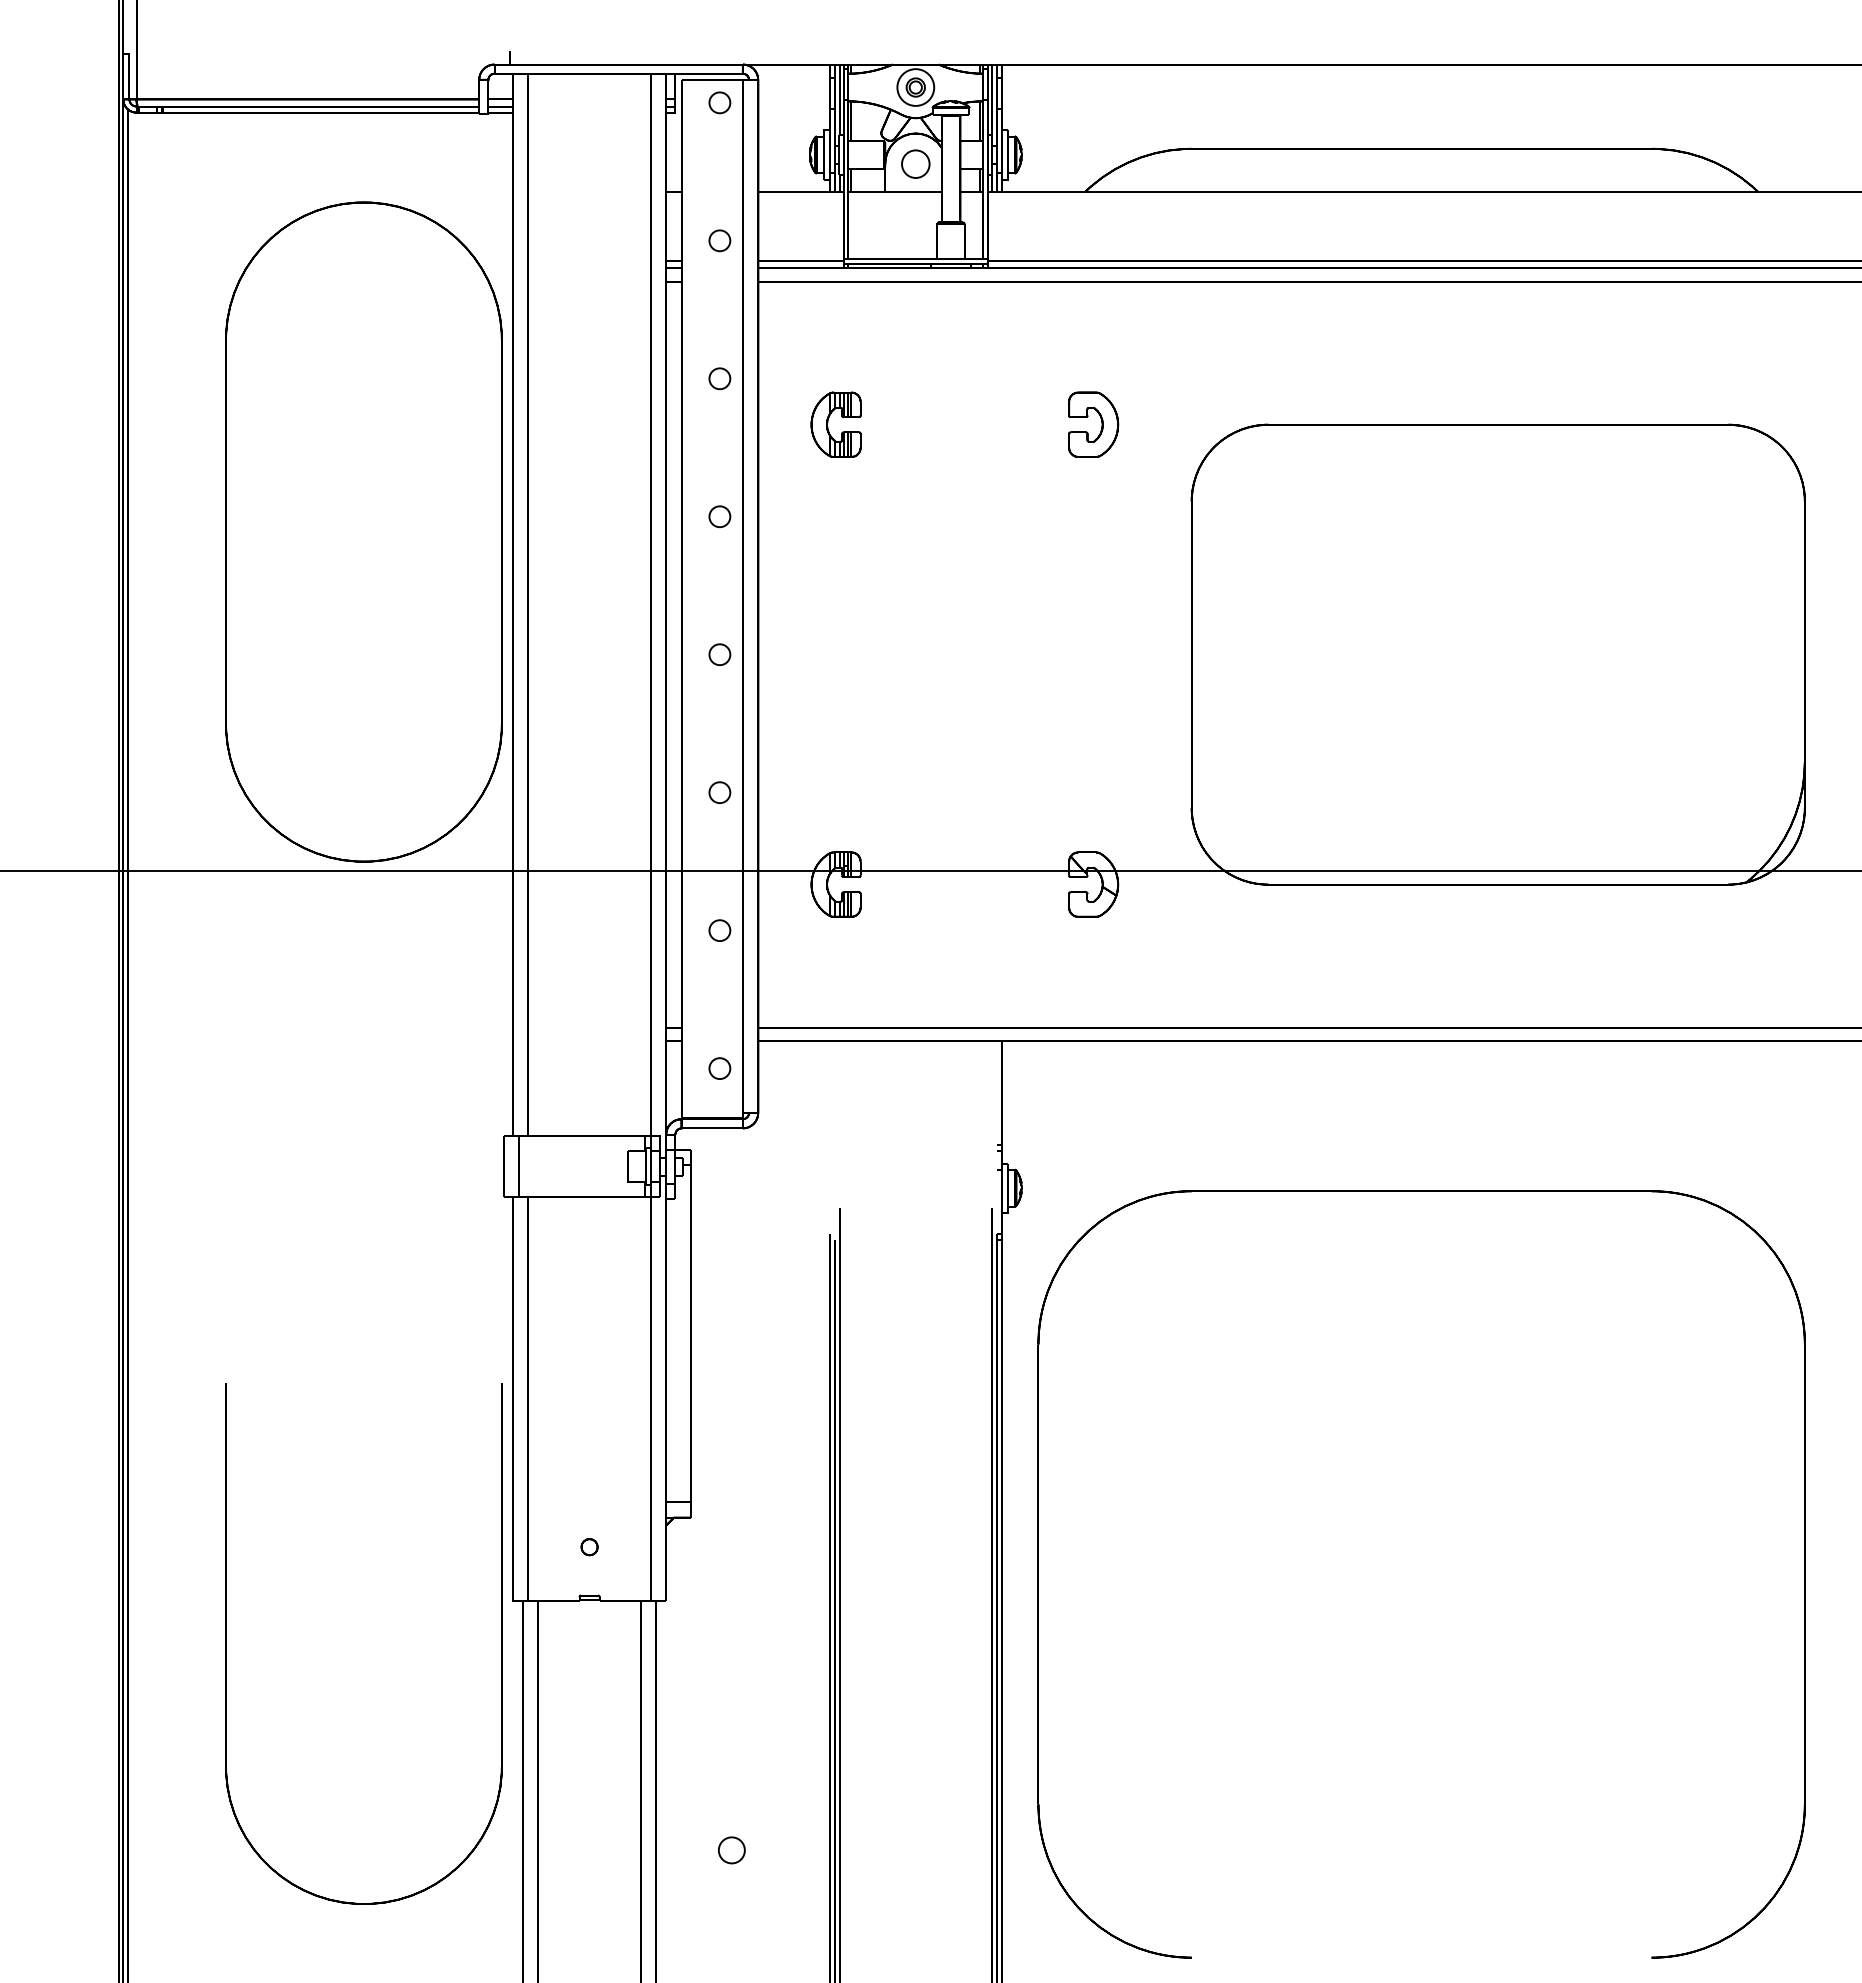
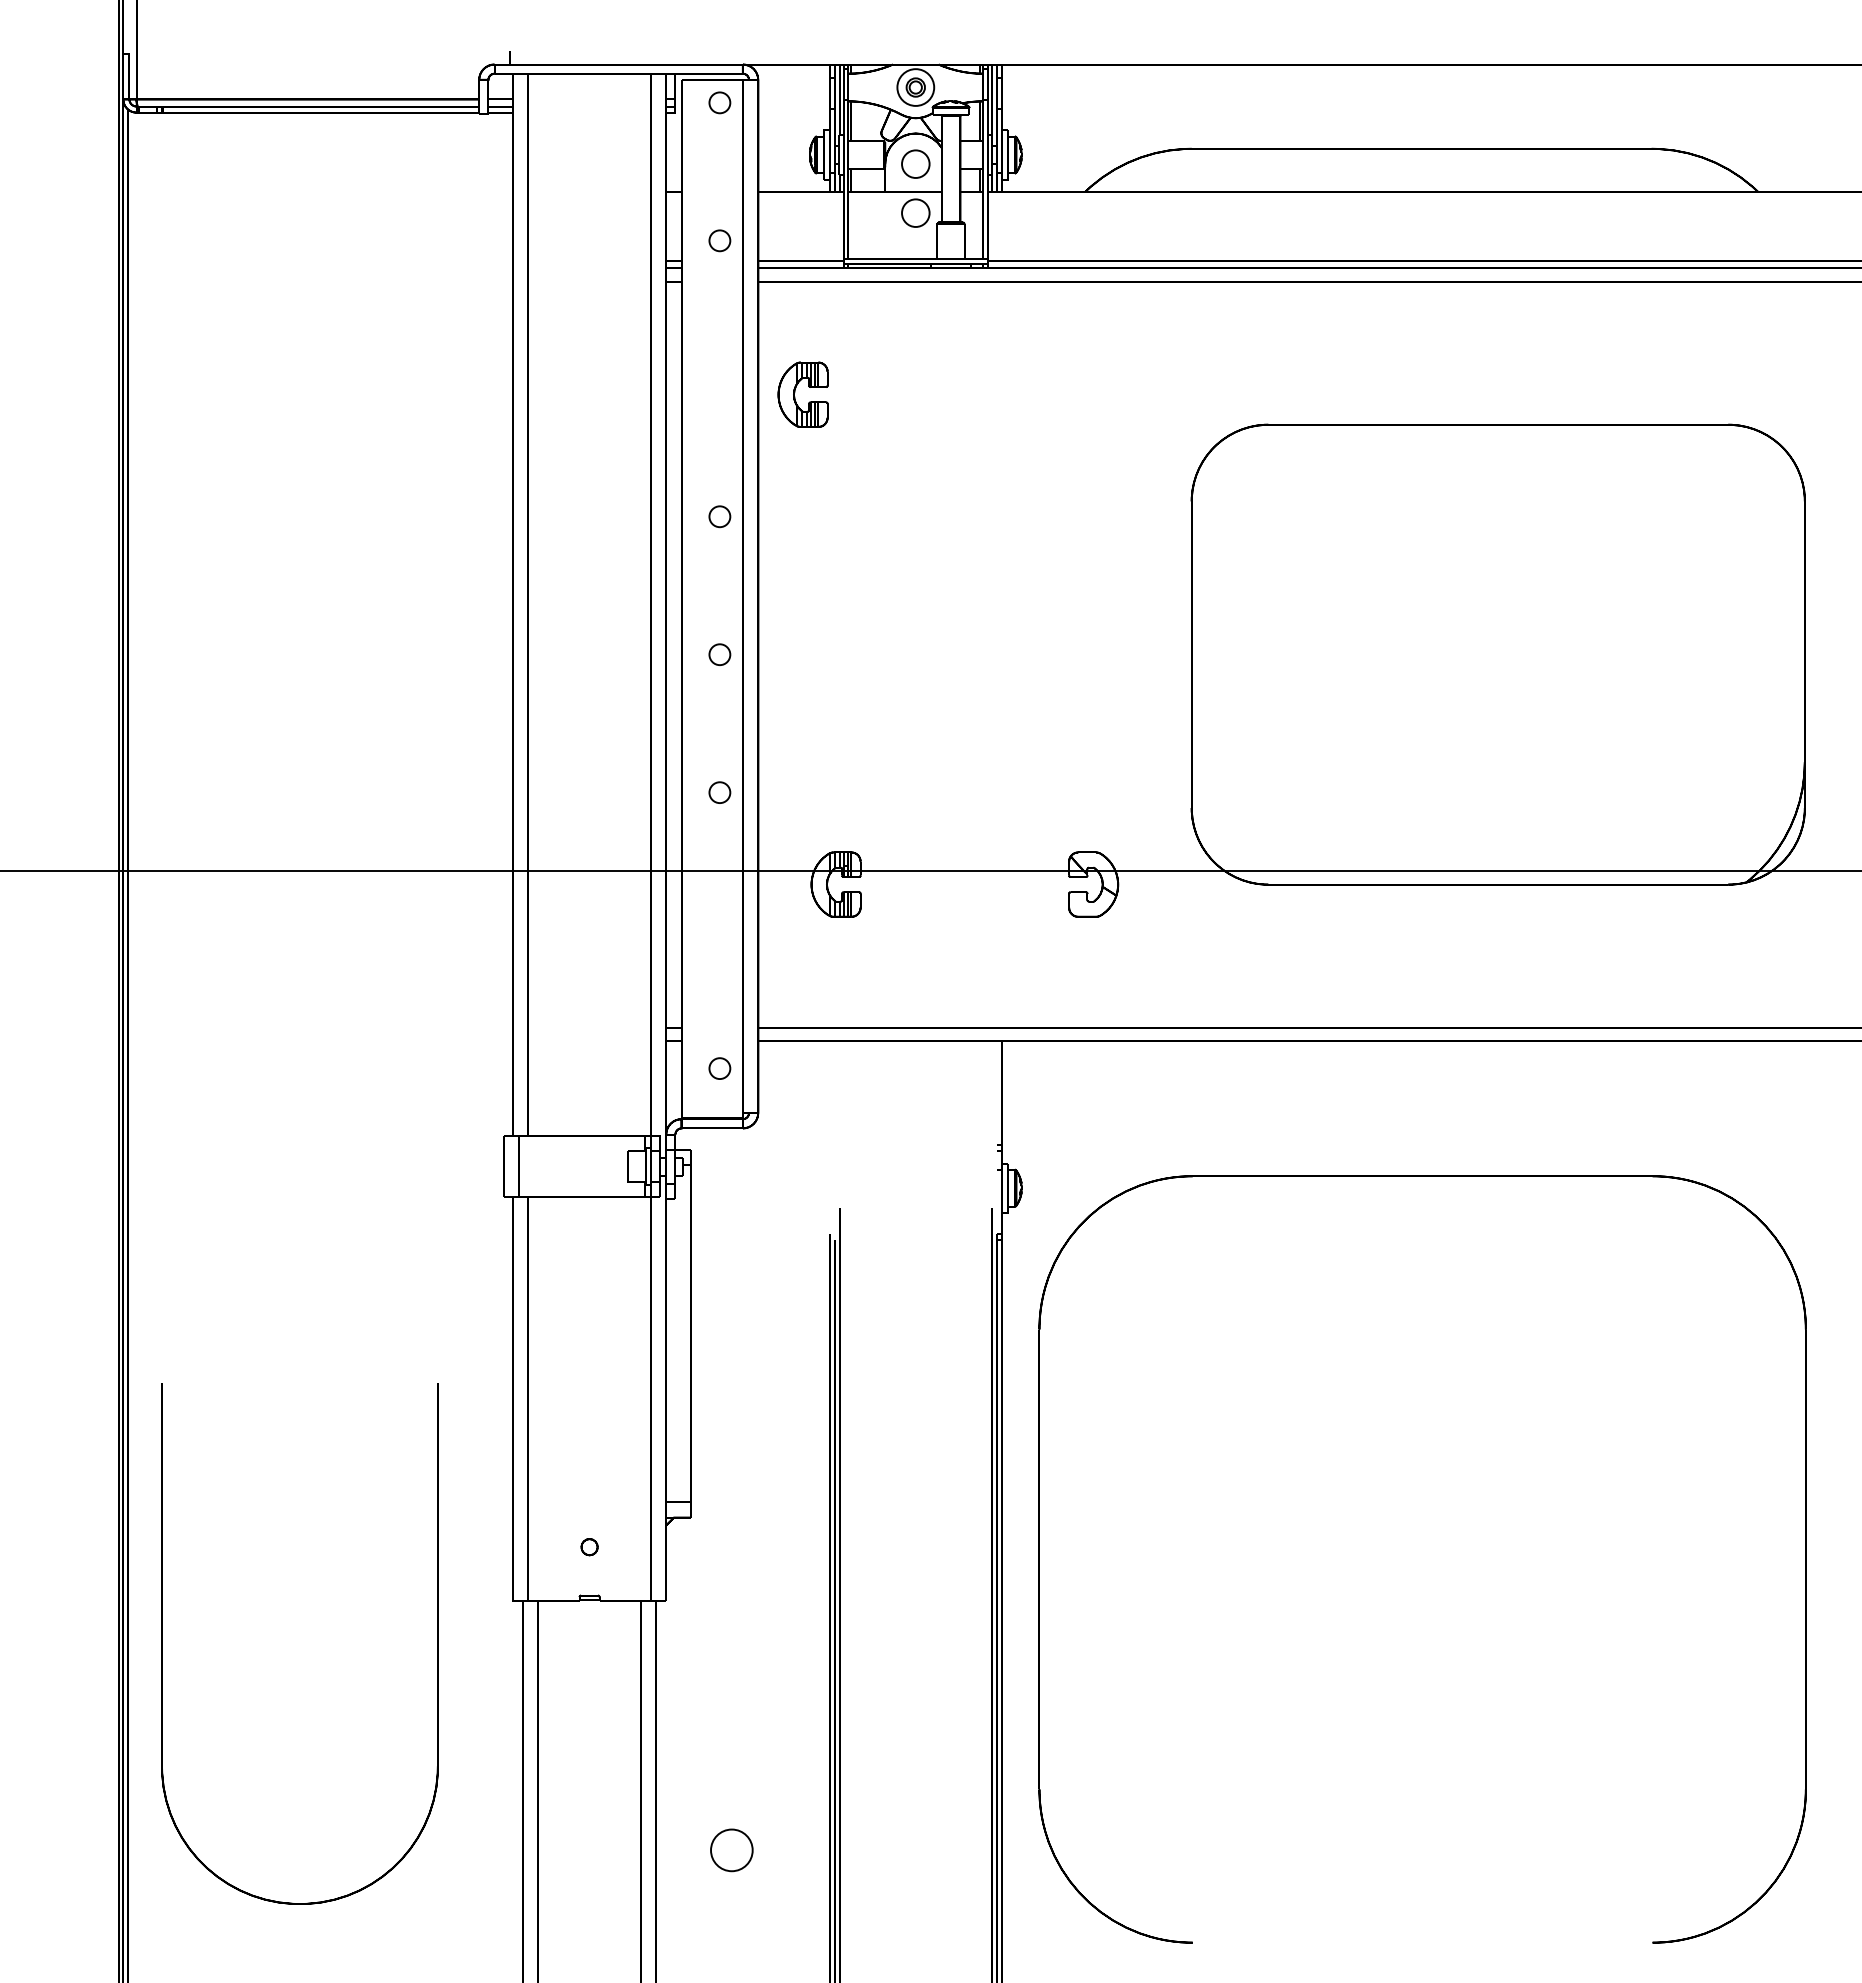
circle at (915, 212): none -> present
circle at (719, 378): present -> none
part at (828, 422) position: (828, 422) -> (795, 392)
part at (1101, 424): present -> none
part at (363, 531): present -> none
circle at (719, 930): present -> none
part at (1421, 1191) position: (1421, 1191) -> (1422, 1176)
part at (226, 1643) position: (226, 1643) -> (162, 1643)
circle at (731, 1850) diameter: 26 px -> 42 px
